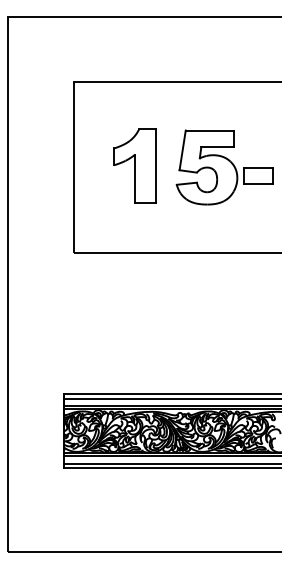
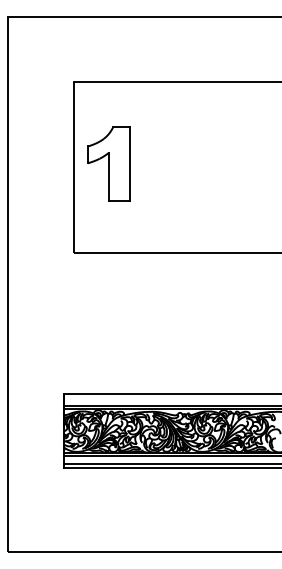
part at (134, 165) position: (134, 165) -> (108, 163)
part at (224, 167): present -> none
line at (170, 398): present -> none
